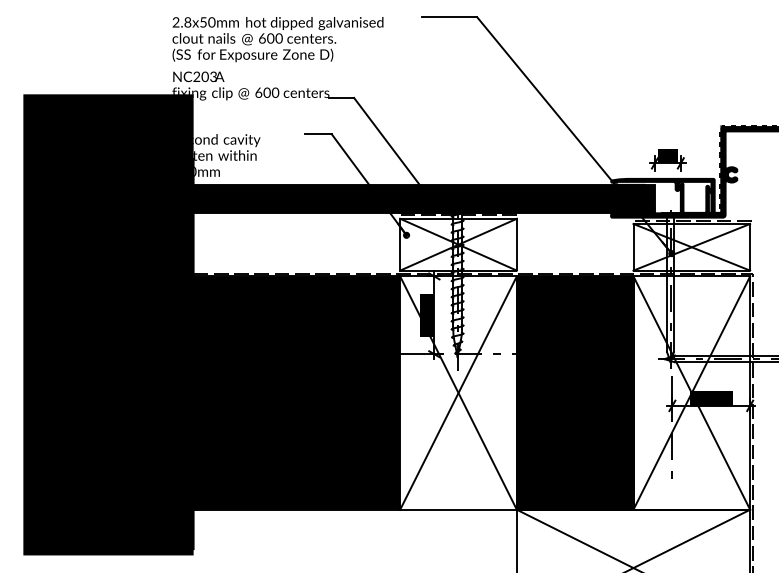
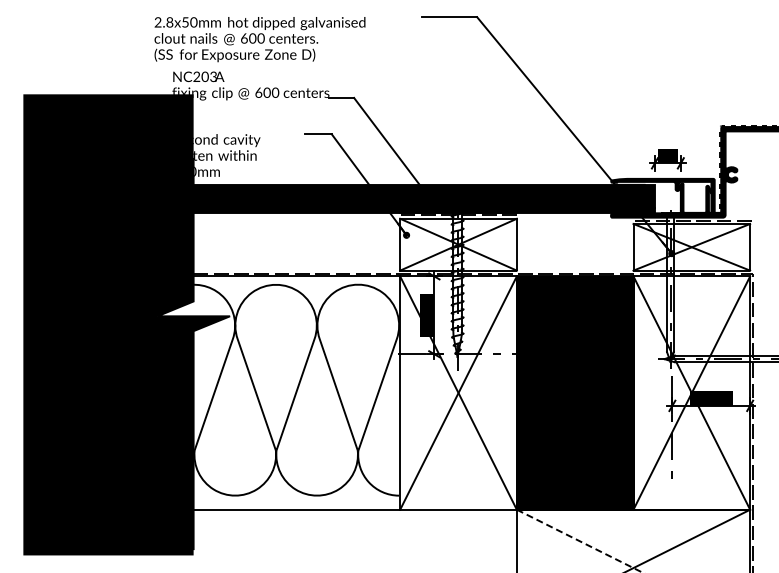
text at (277, 39) position: (277, 39) -> (259, 39)
fill at (278, 392): present -> none
line at (580, 541): solid -> dashed
